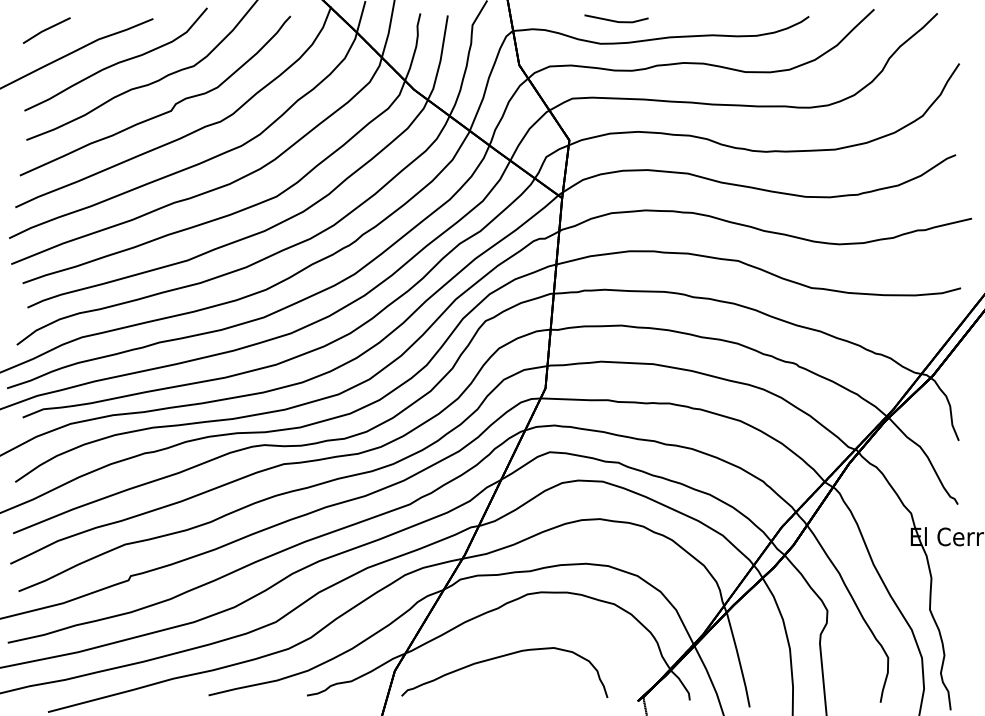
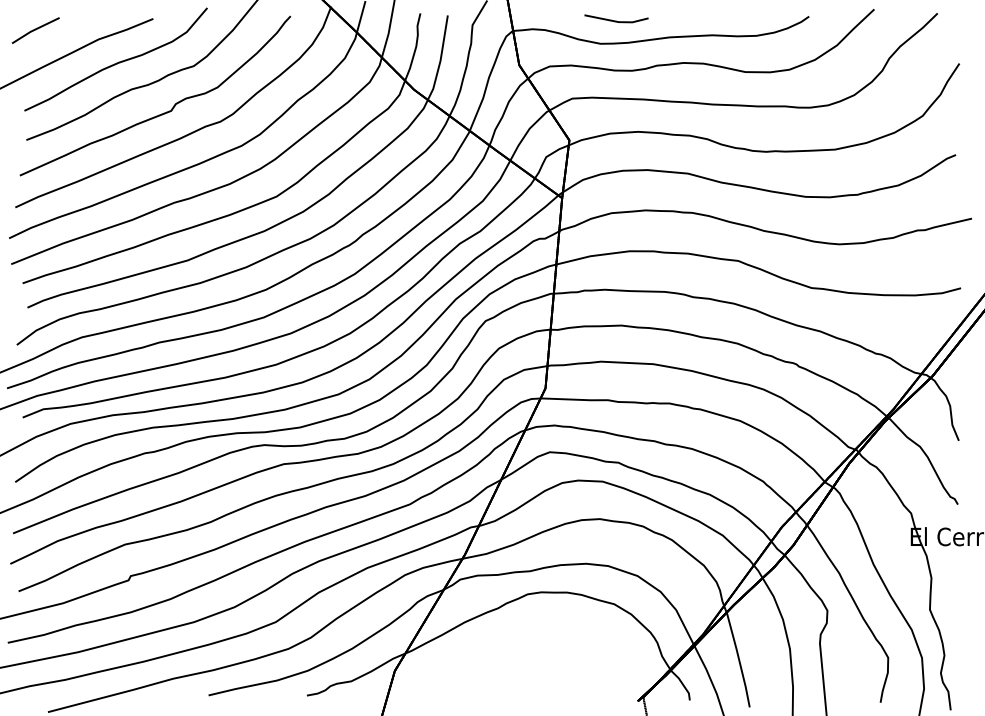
line at (46, 30) position: (46, 30) -> (35, 30)
curve at (502, 657): present -> none
